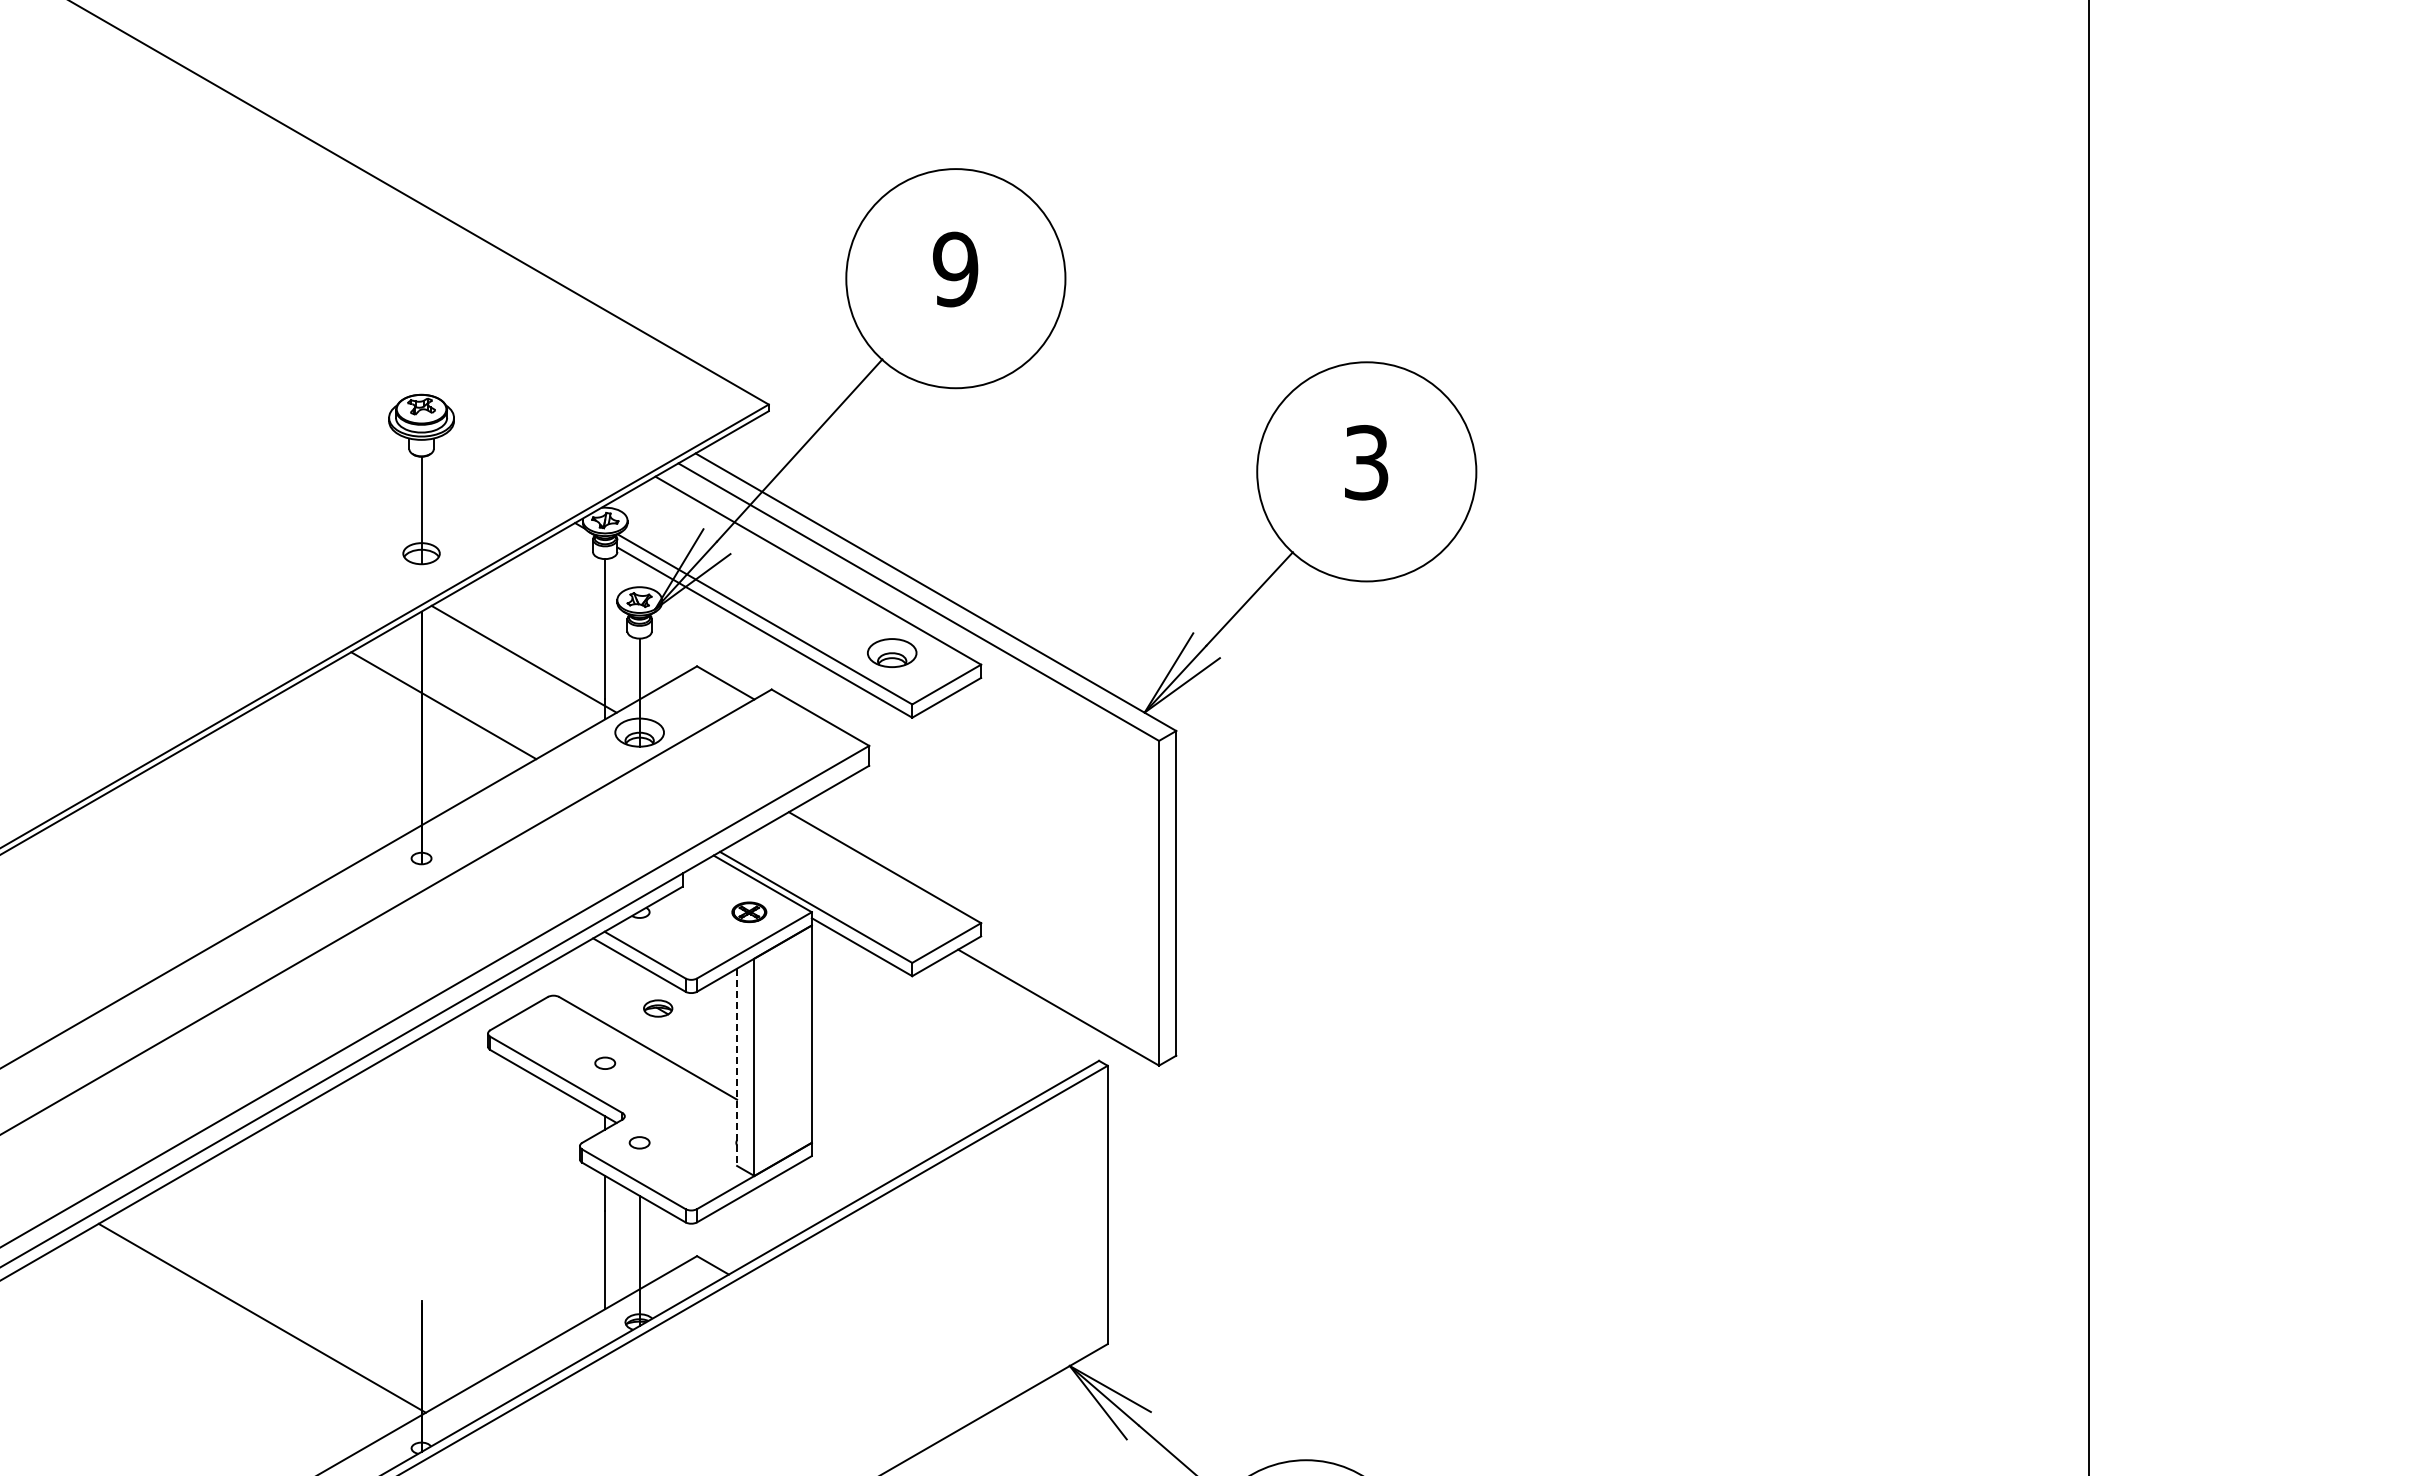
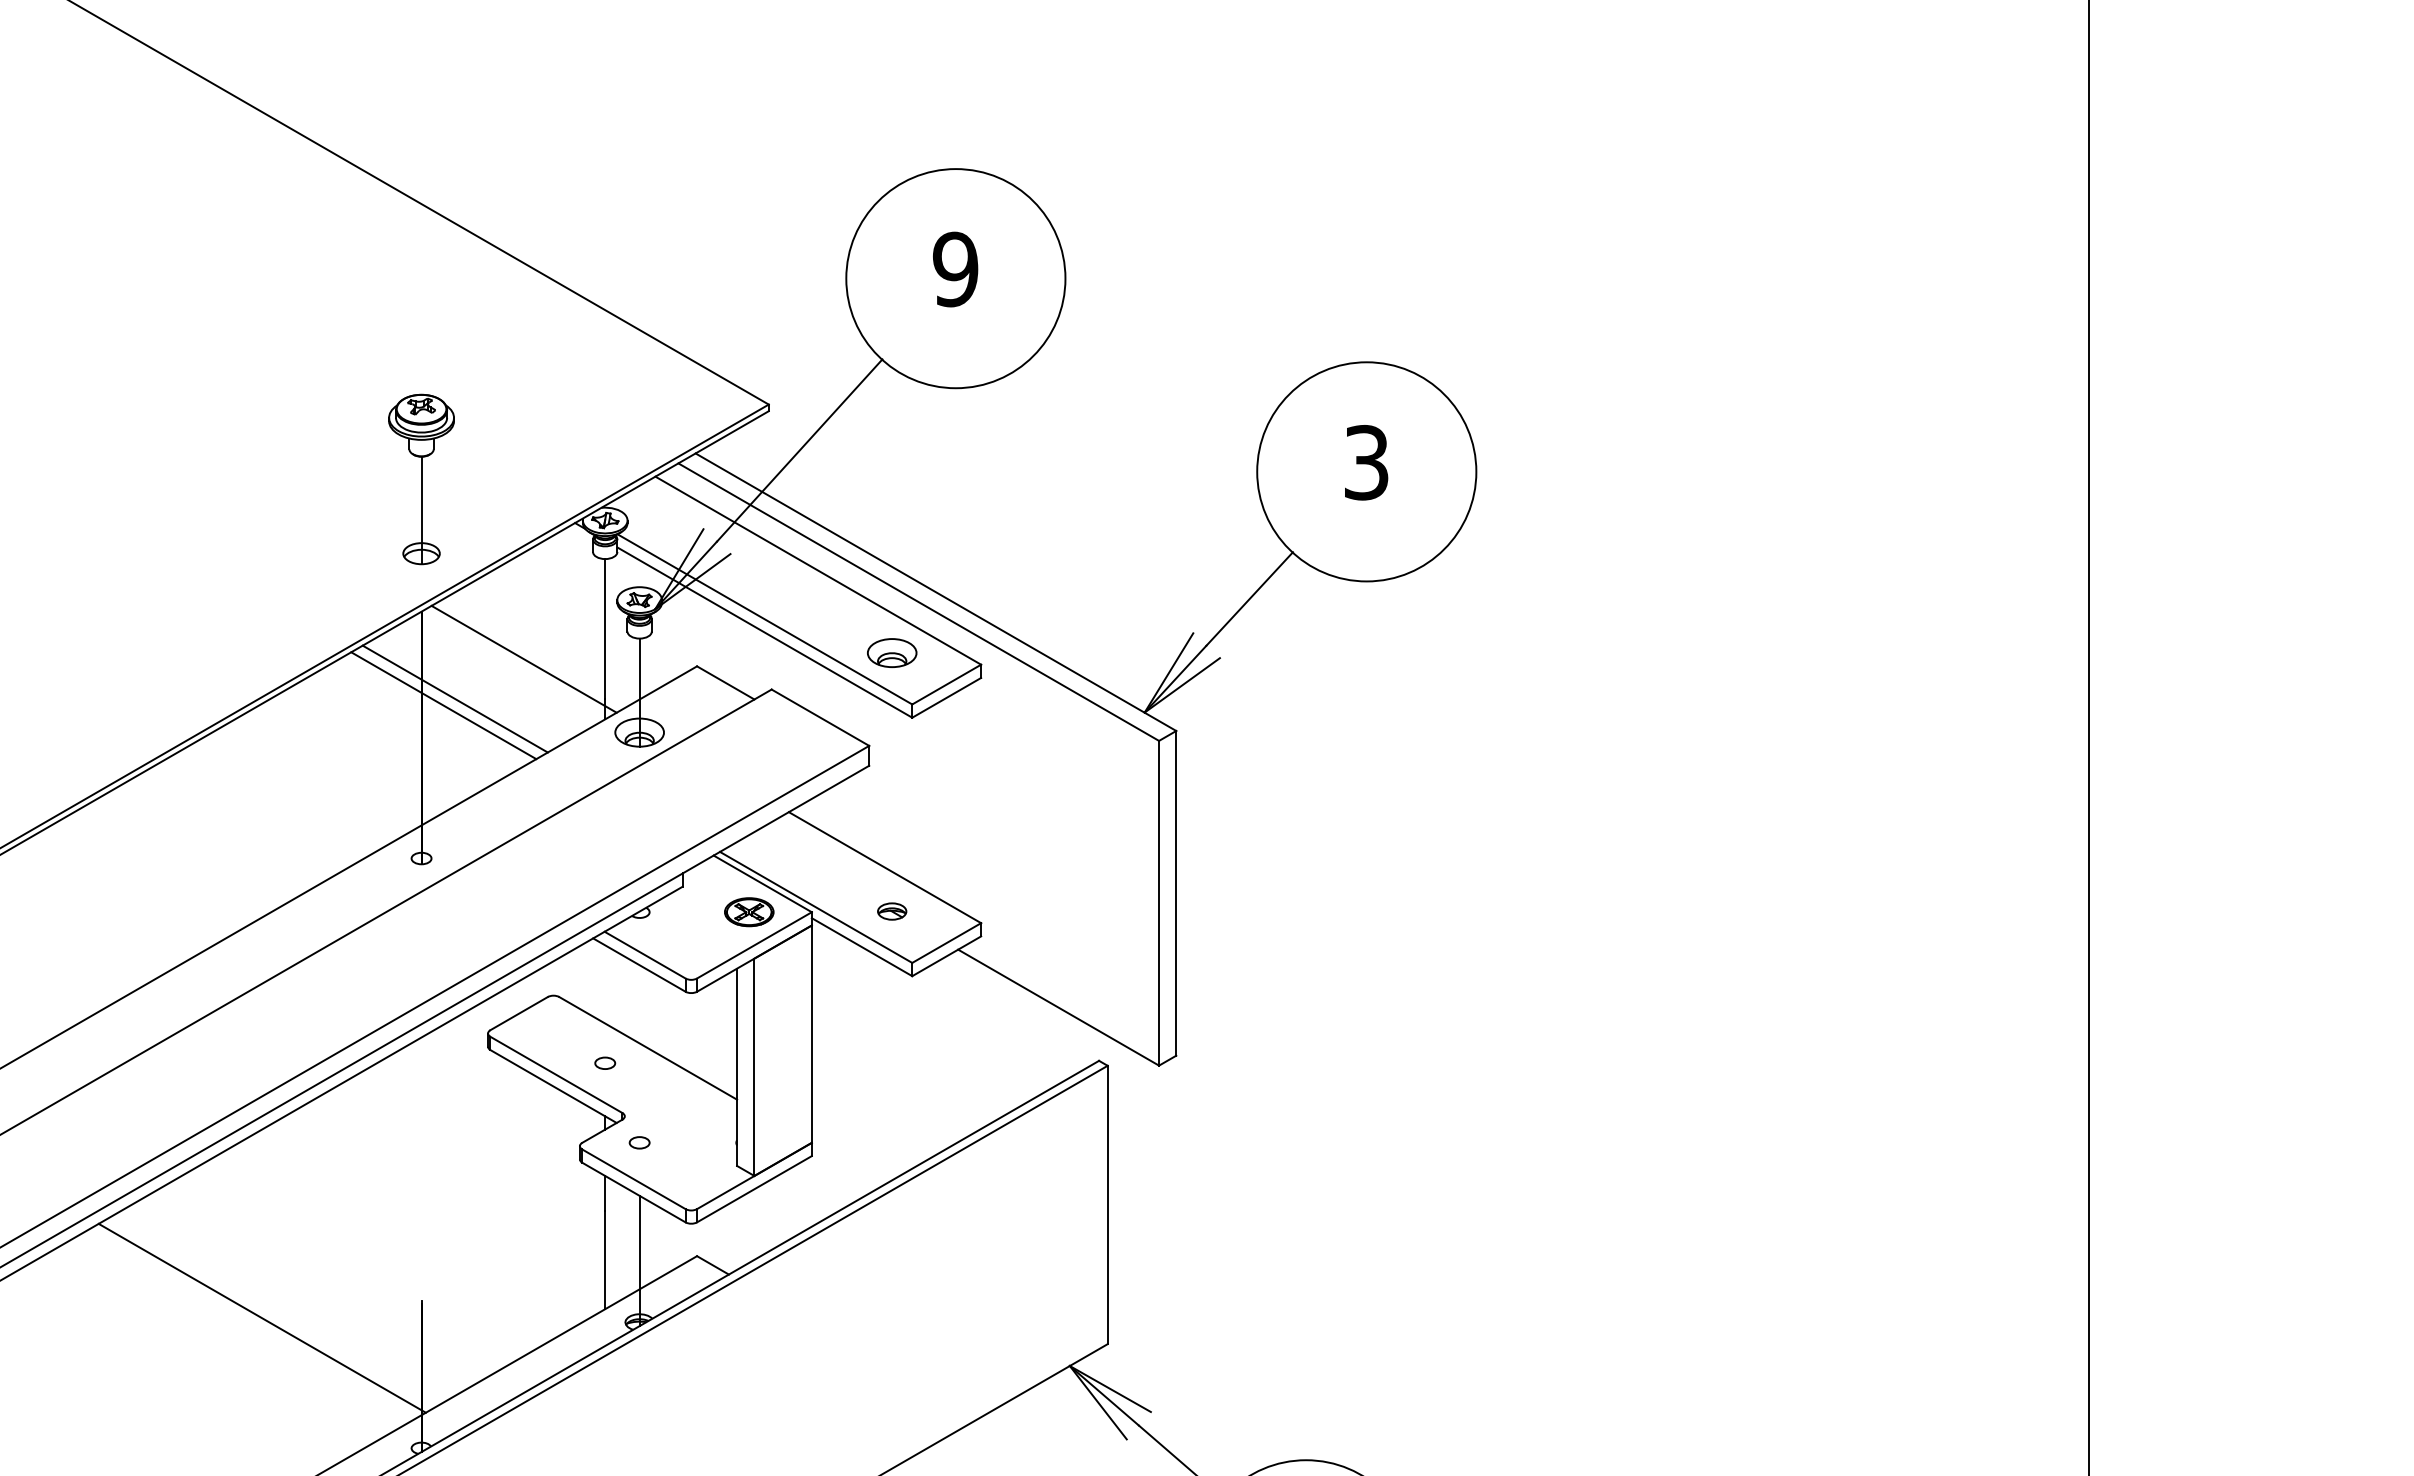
line at (454, 698): none -> present
part at (749, 911) size: 37x22 px -> 51x31 px
part at (658, 1008) position: (658, 1008) -> (892, 911)
line at (737, 1067): dashed -> solid
